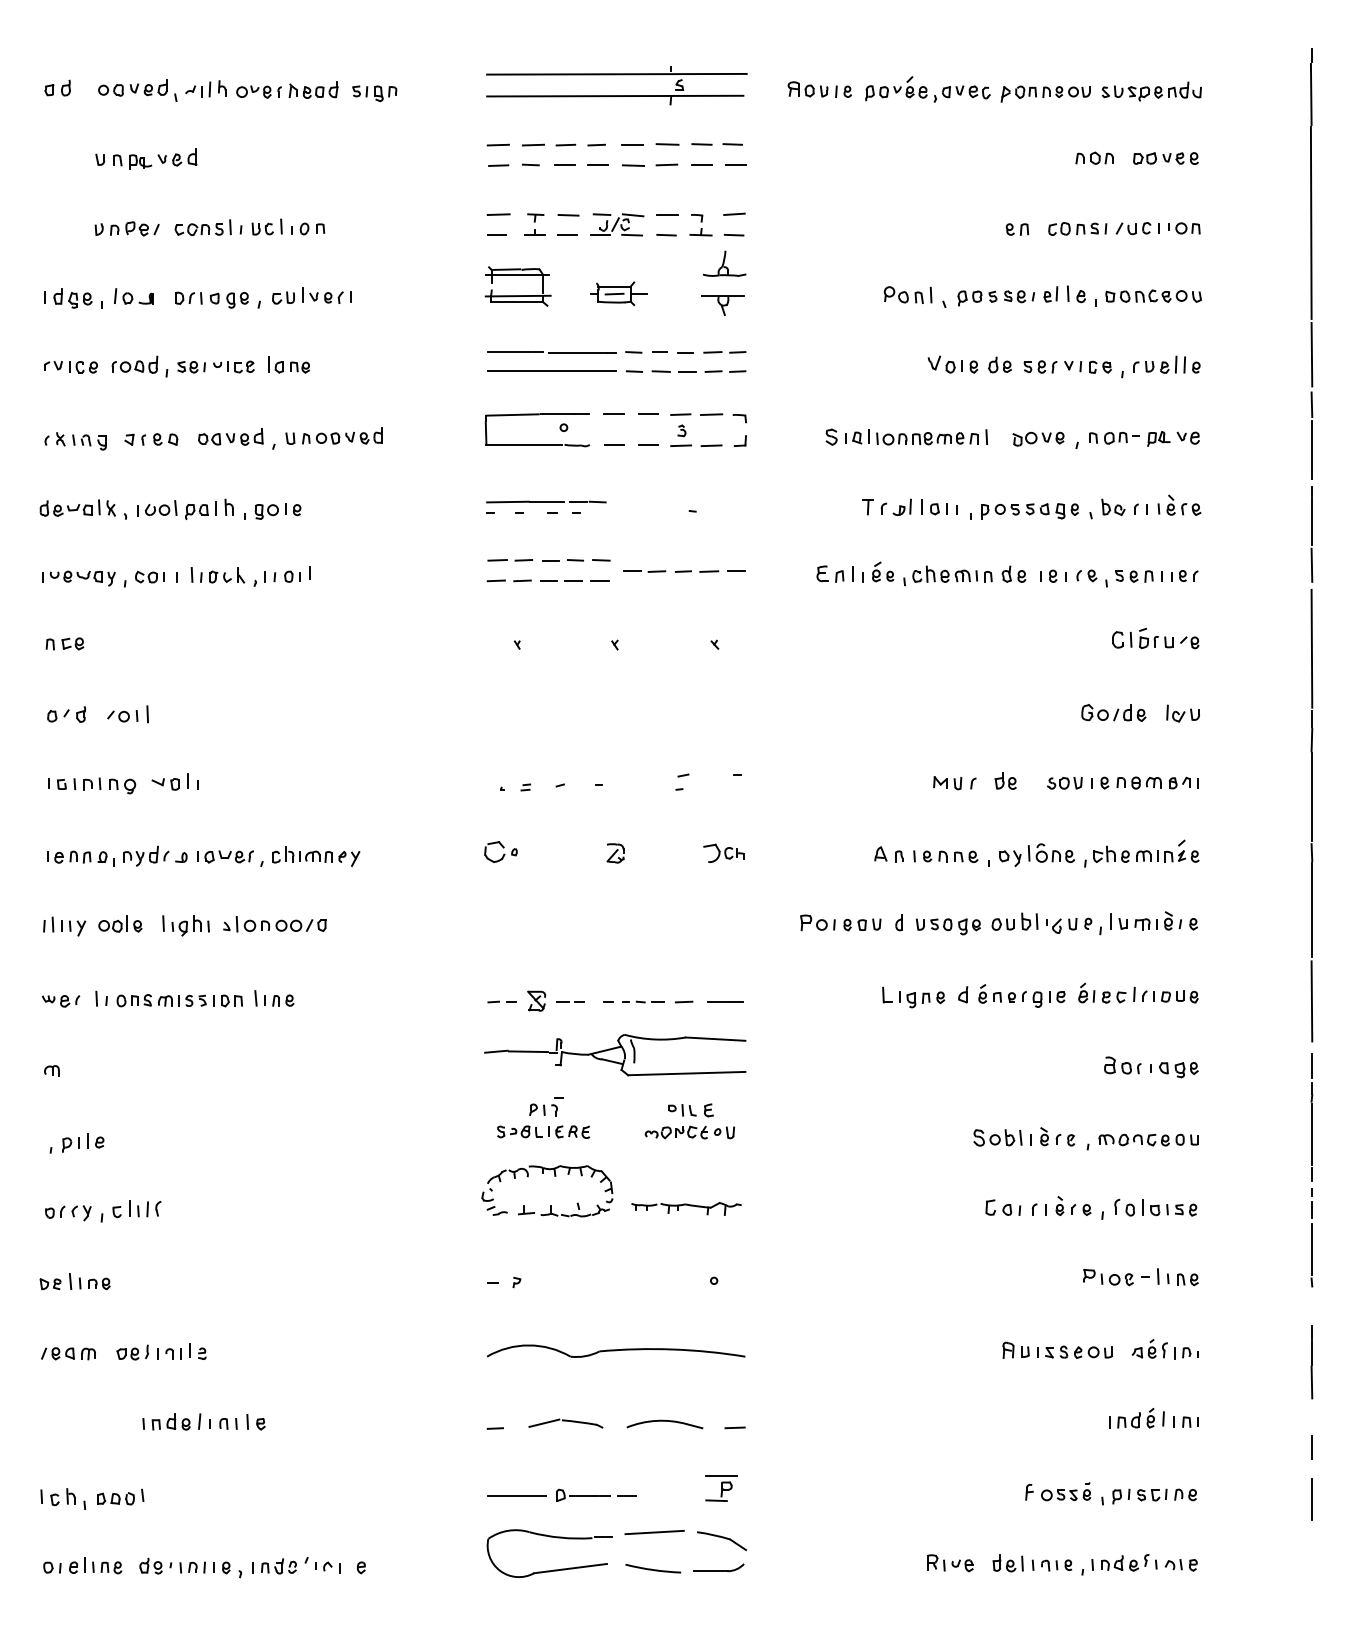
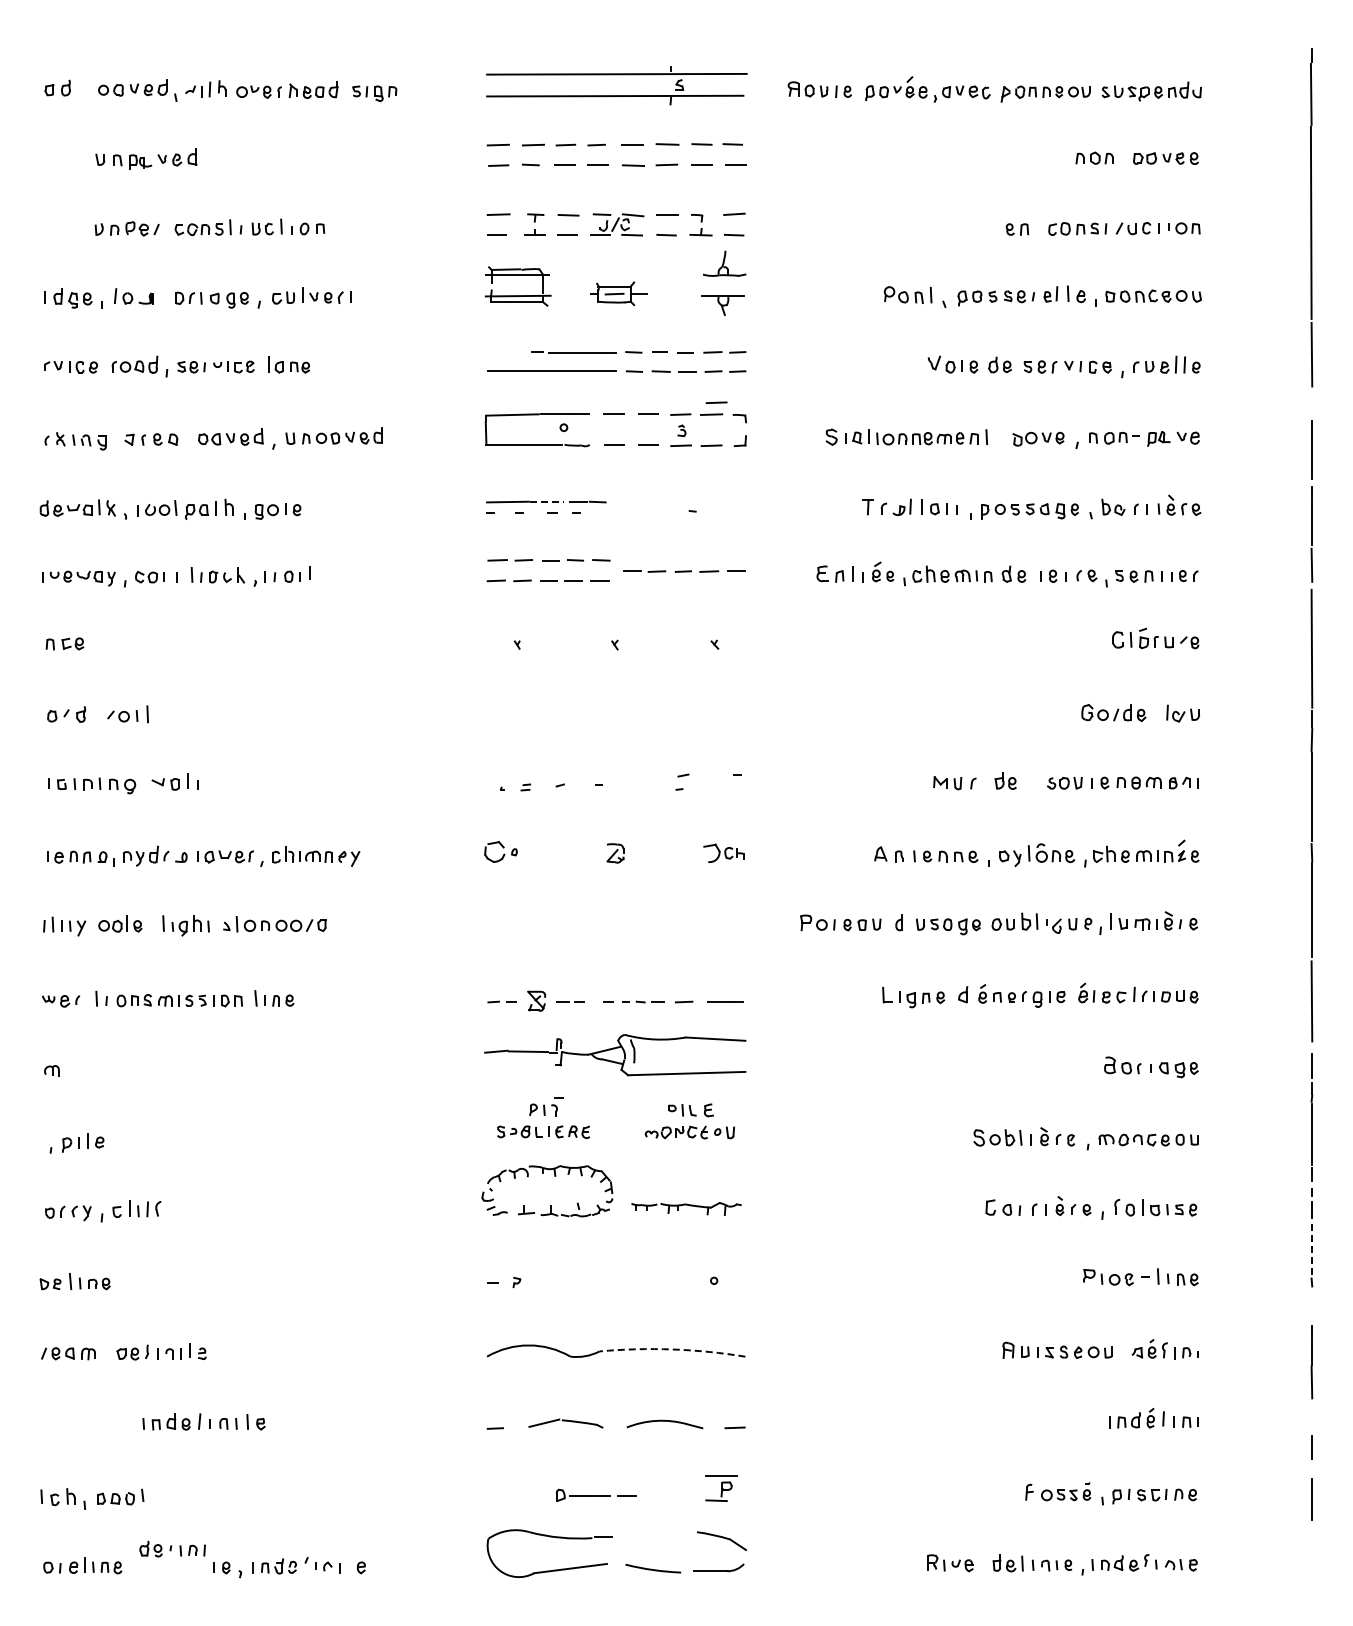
line at (509, 352): present -> none
line at (716, 402): none -> present
line at (1311, 404): present -> none
line at (547, 501): solid -> dashed
line at (1312, 1249): solid -> dashed
arc at (672, 1349): solid -> dashed
line at (516, 1496): present -> none
line at (654, 1532): present -> none
part at (172, 1565) position: (172, 1565) -> (172, 1548)
